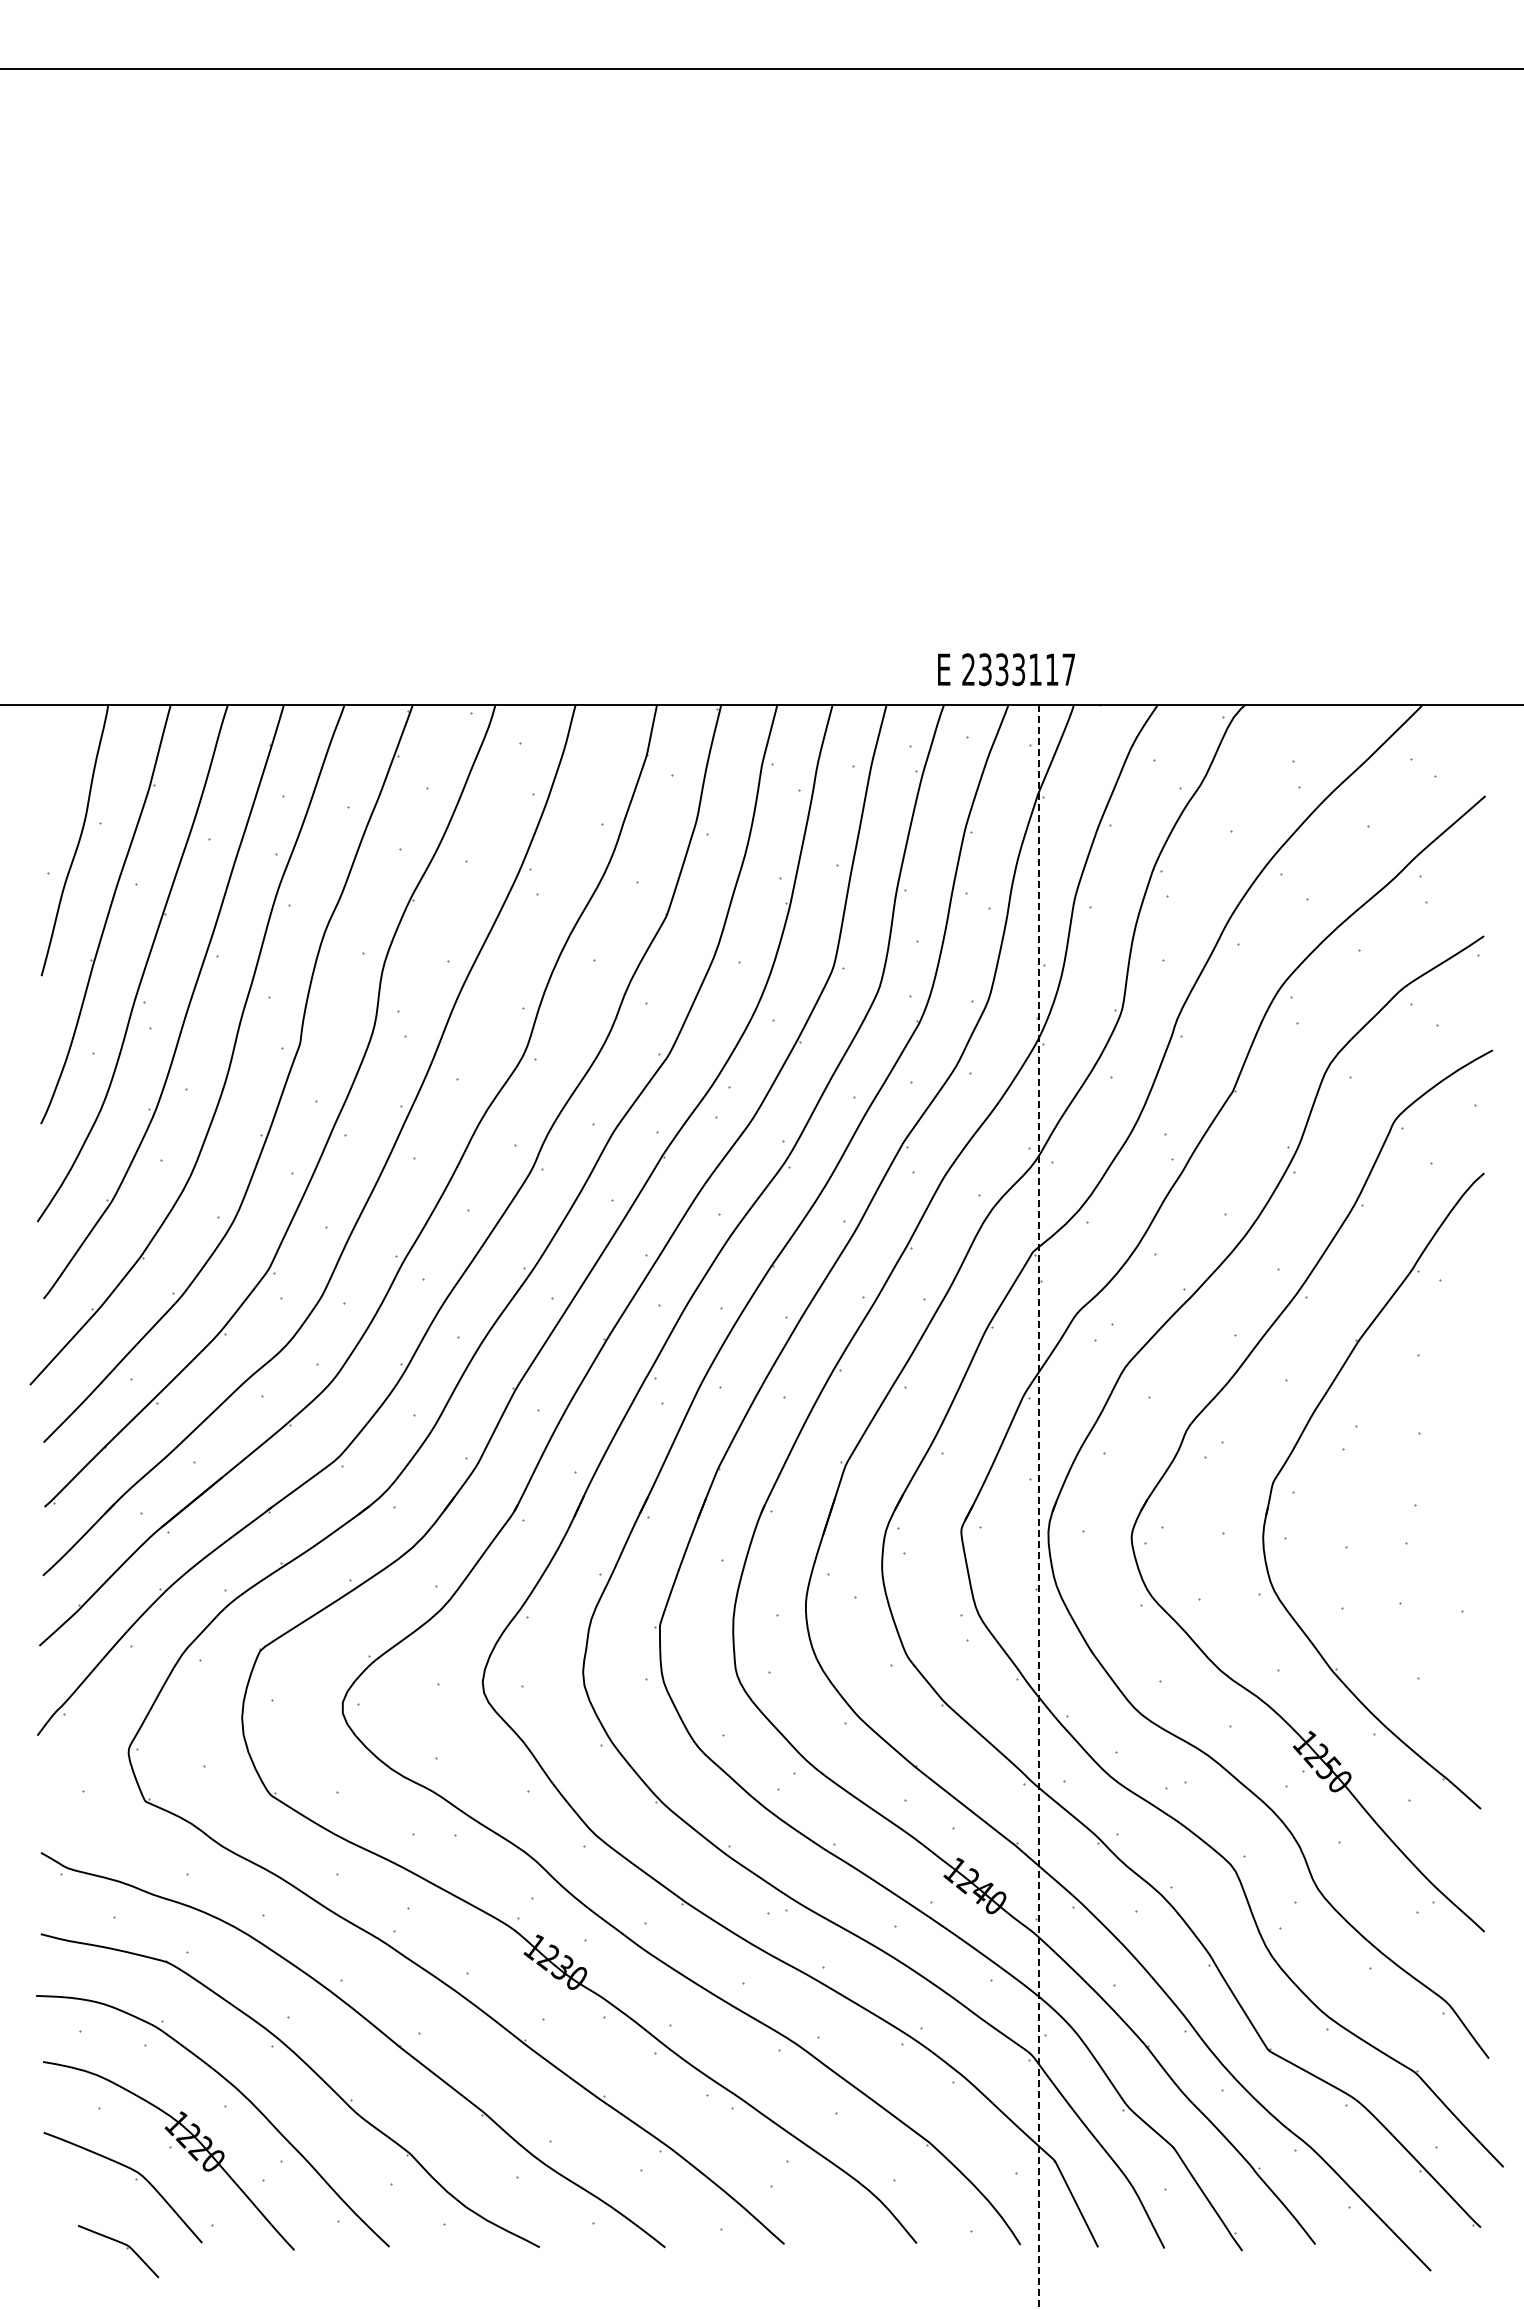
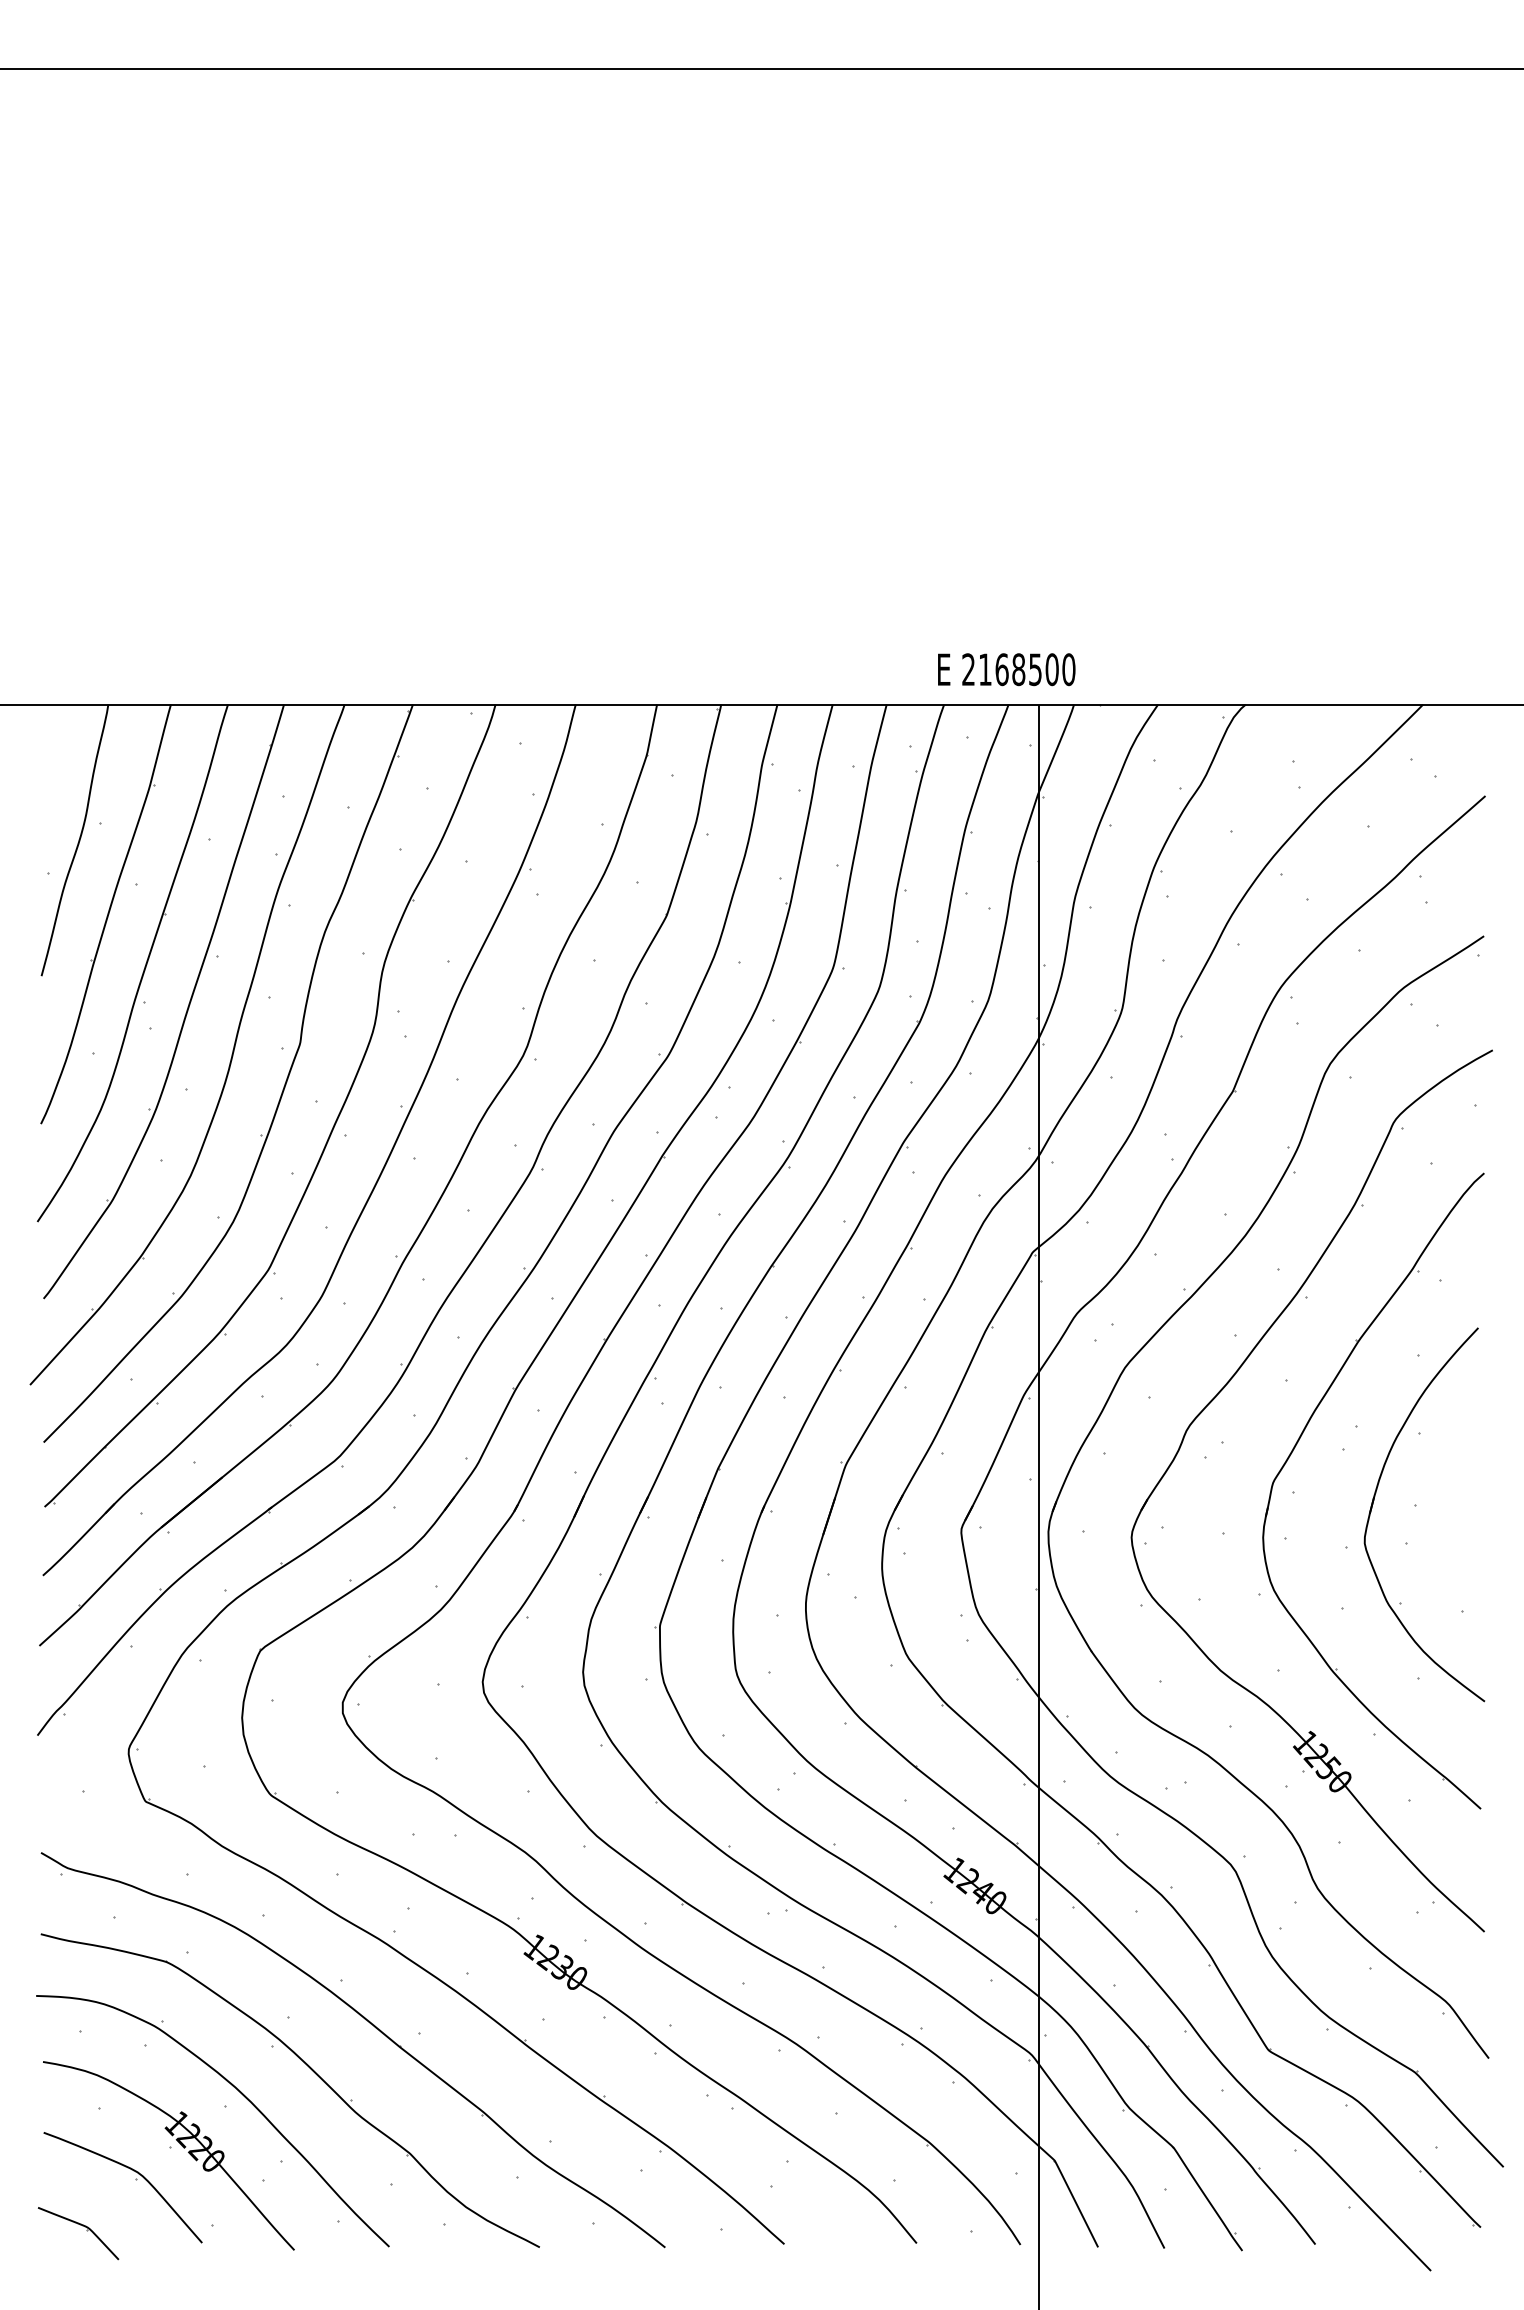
text at (1027, 669): 2333117 -> 2168500
part at (1374, 1500): none -> present
line at (1039, 1506): dashed -> solid
part at (122, 2244) position: (122, 2244) -> (82, 2226)
